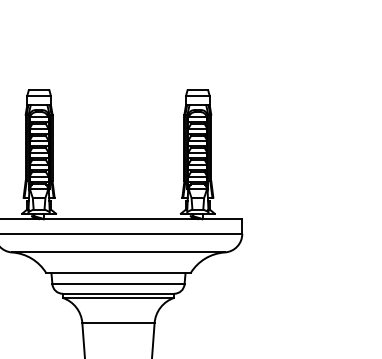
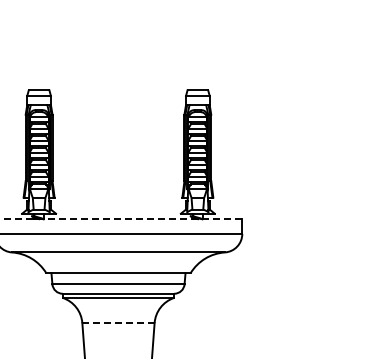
line at (121, 219): solid -> dashed
line at (118, 323): solid -> dashed
